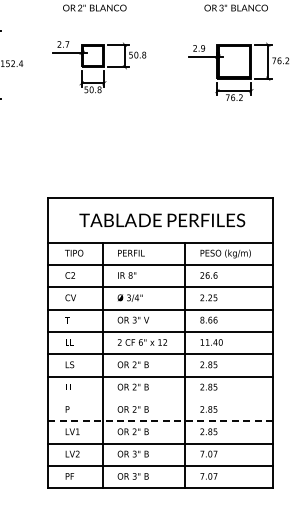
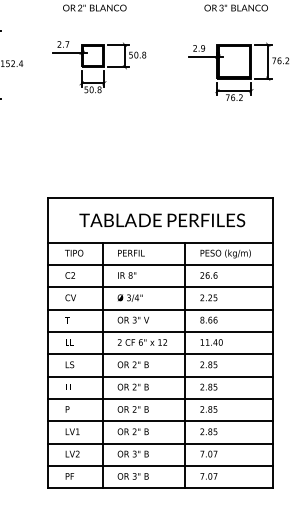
line at (160, 398): none -> present
line at (160, 421): dashed -> solid
